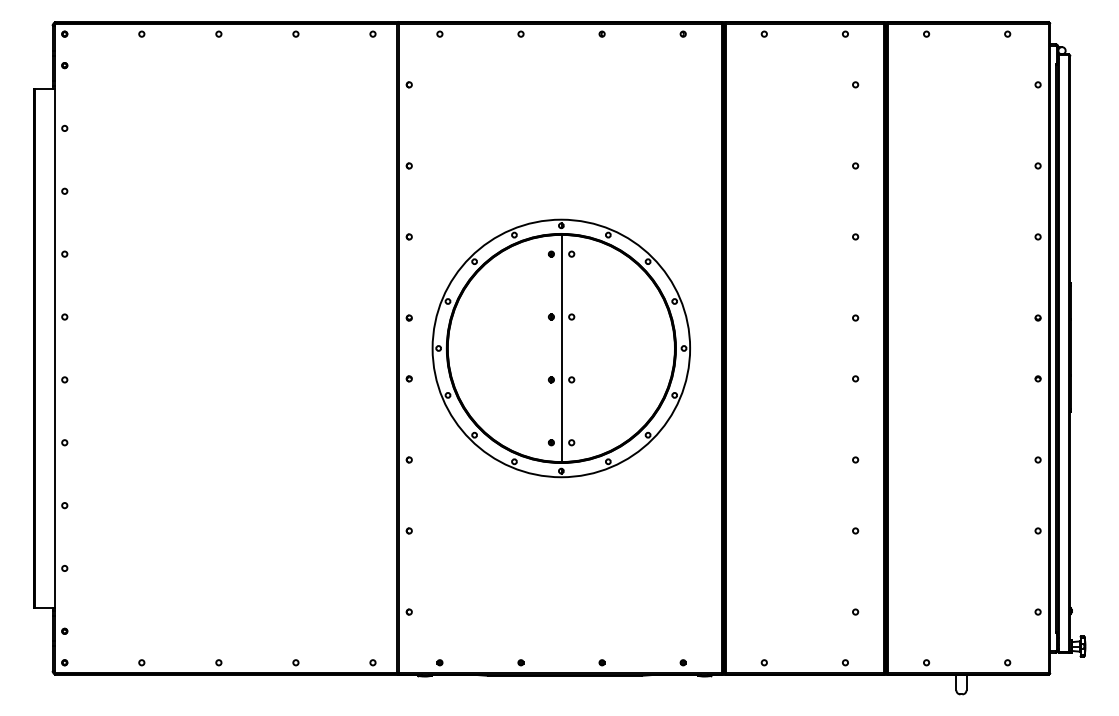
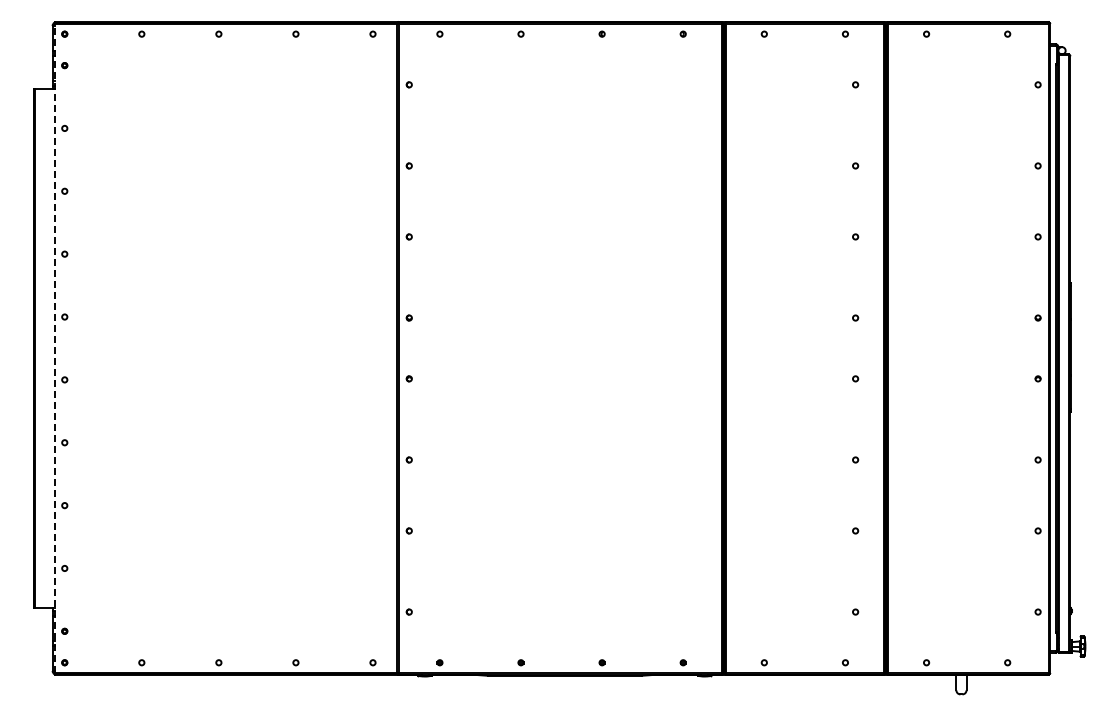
line at (54, 347): solid -> dashed
part at (560, 348): present -> none
